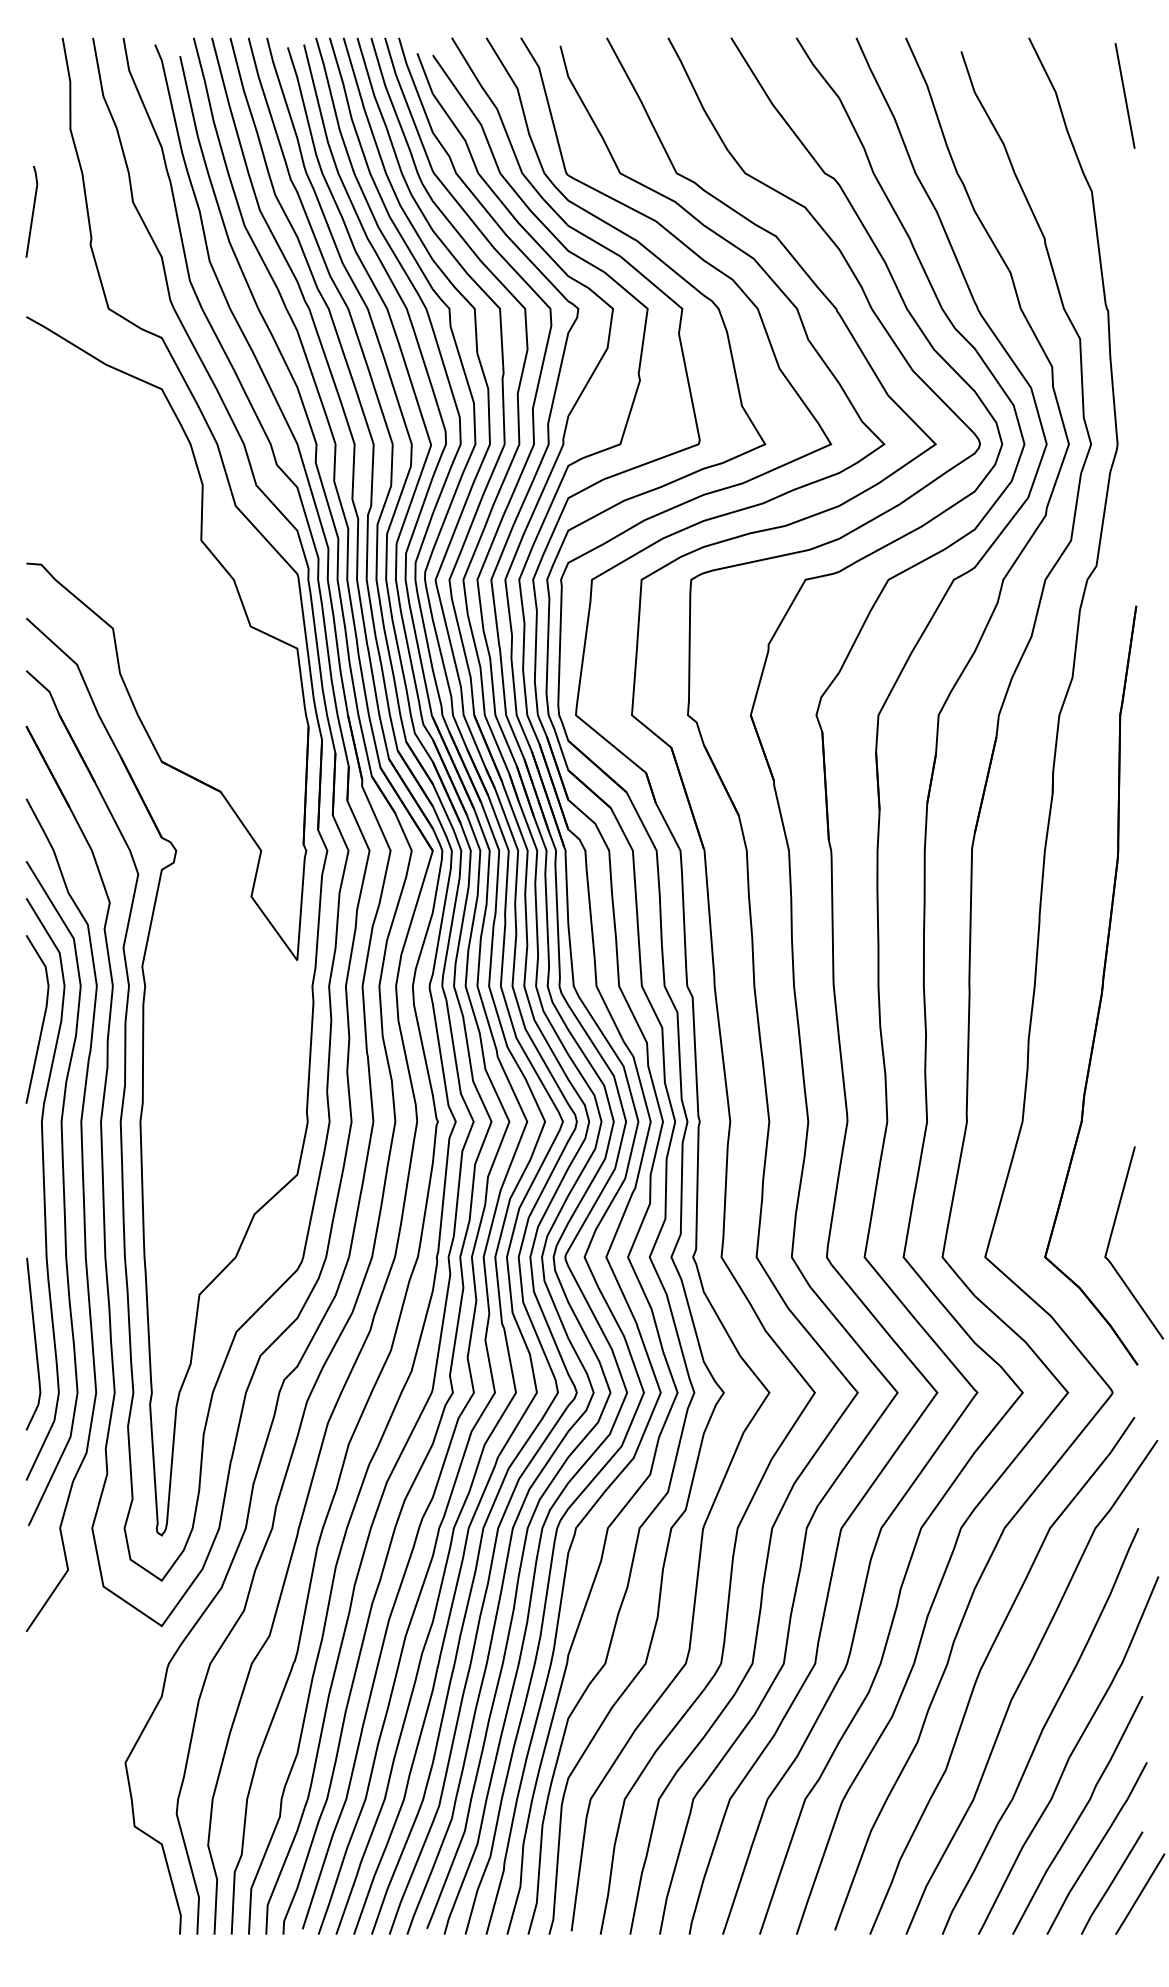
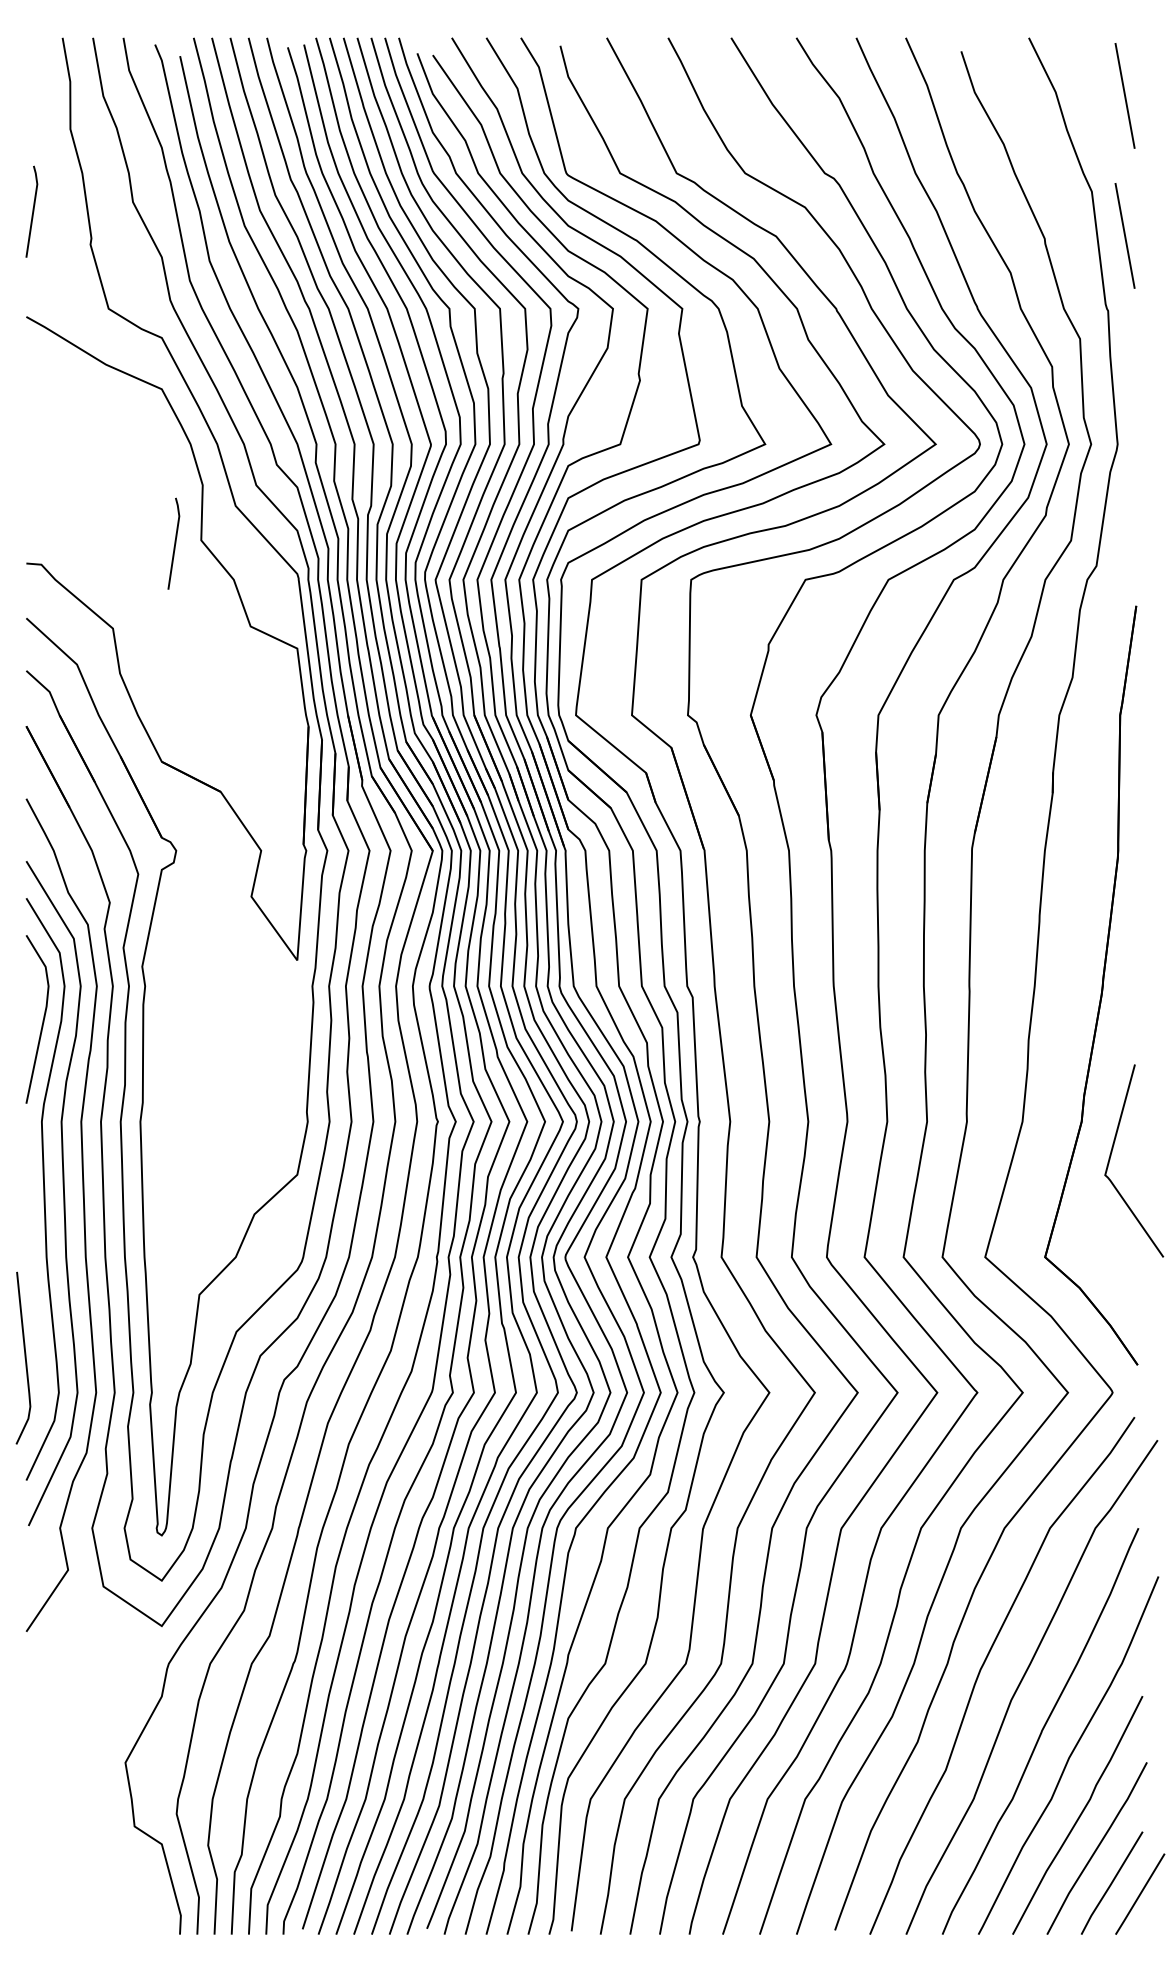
line at (1124, 235): none -> present
line at (174, 543): none -> present
curve at (1111, 1238) position: (1111, 1238) -> (1111, 1156)
line at (34, 1343) position: (34, 1343) -> (24, 1357)
